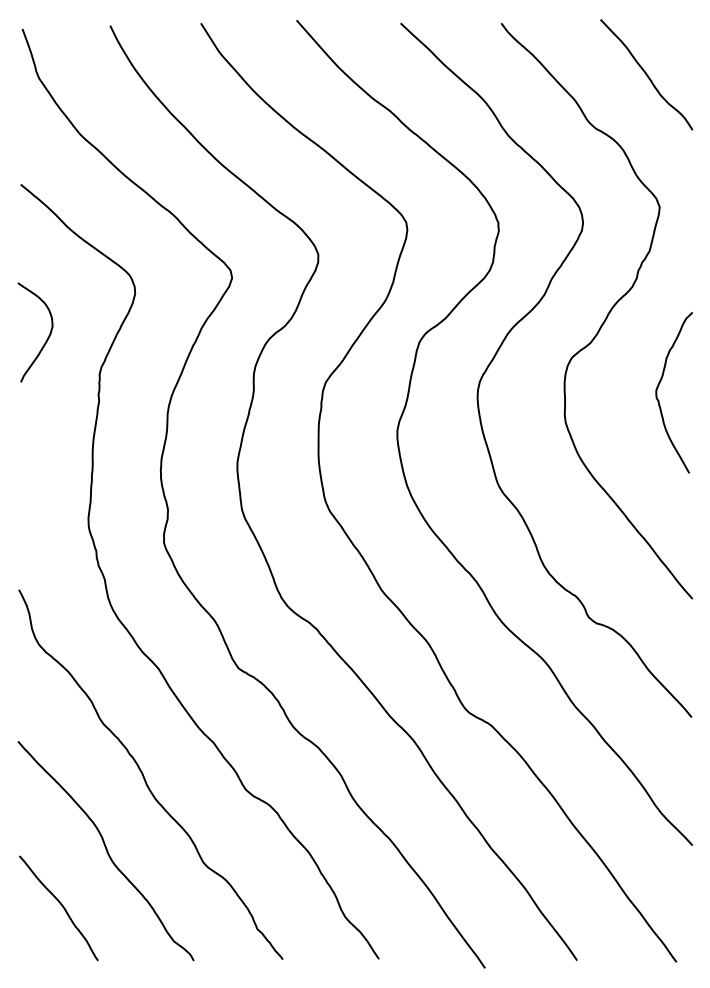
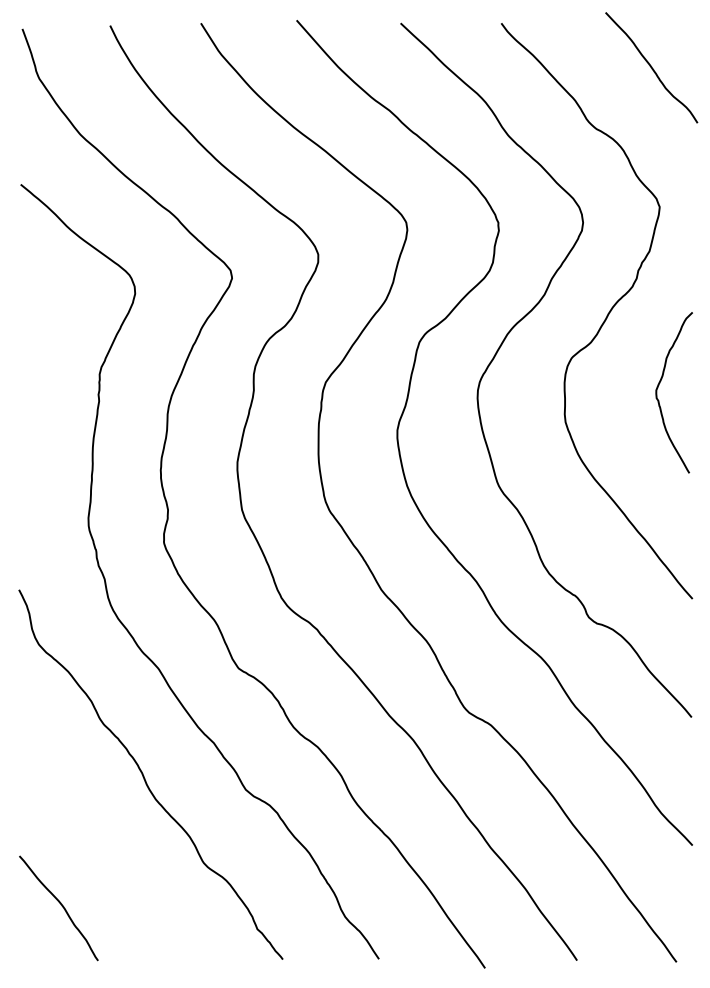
curve at (646, 74) position: (646, 74) -> (651, 67)
curve at (47, 337): present -> none
curve at (106, 851): present -> none
